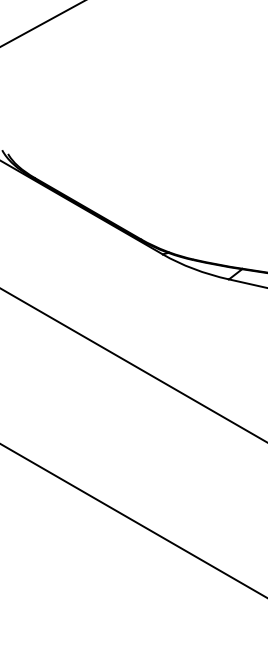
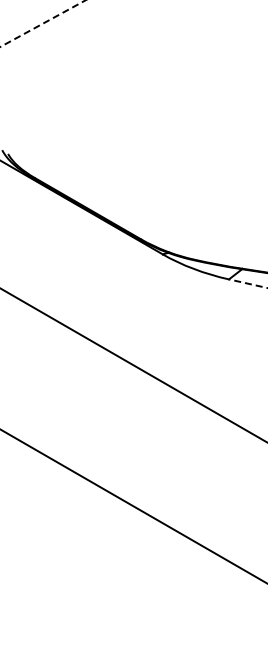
line at (42, 23): solid -> dashed
line at (248, 283): solid -> dashed
line at (133, 520) position: (133, 520) -> (133, 505)
